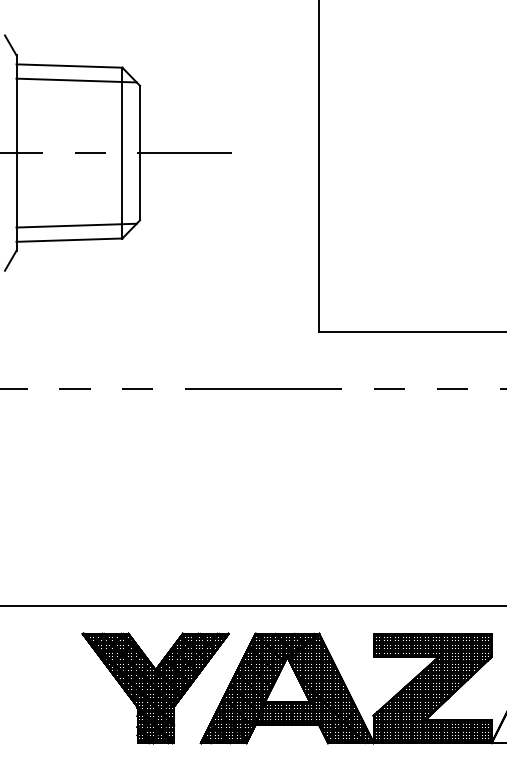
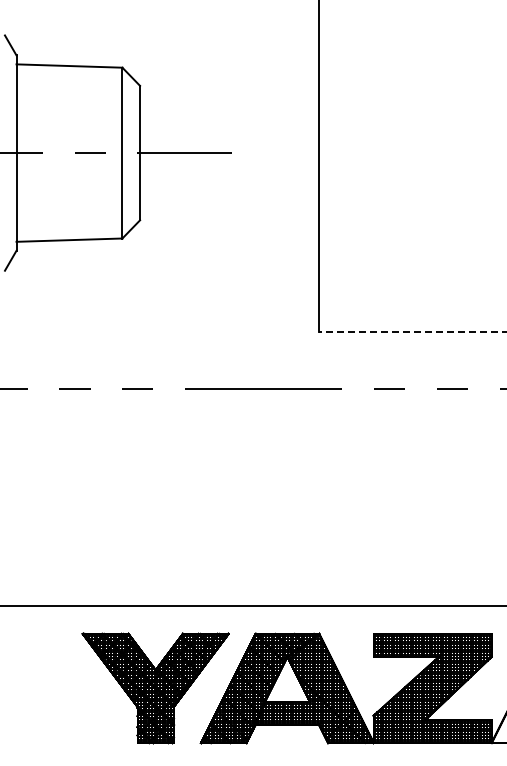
line at (76, 80): present -> none
line at (76, 225): present -> none
line at (412, 332): solid -> dashed
